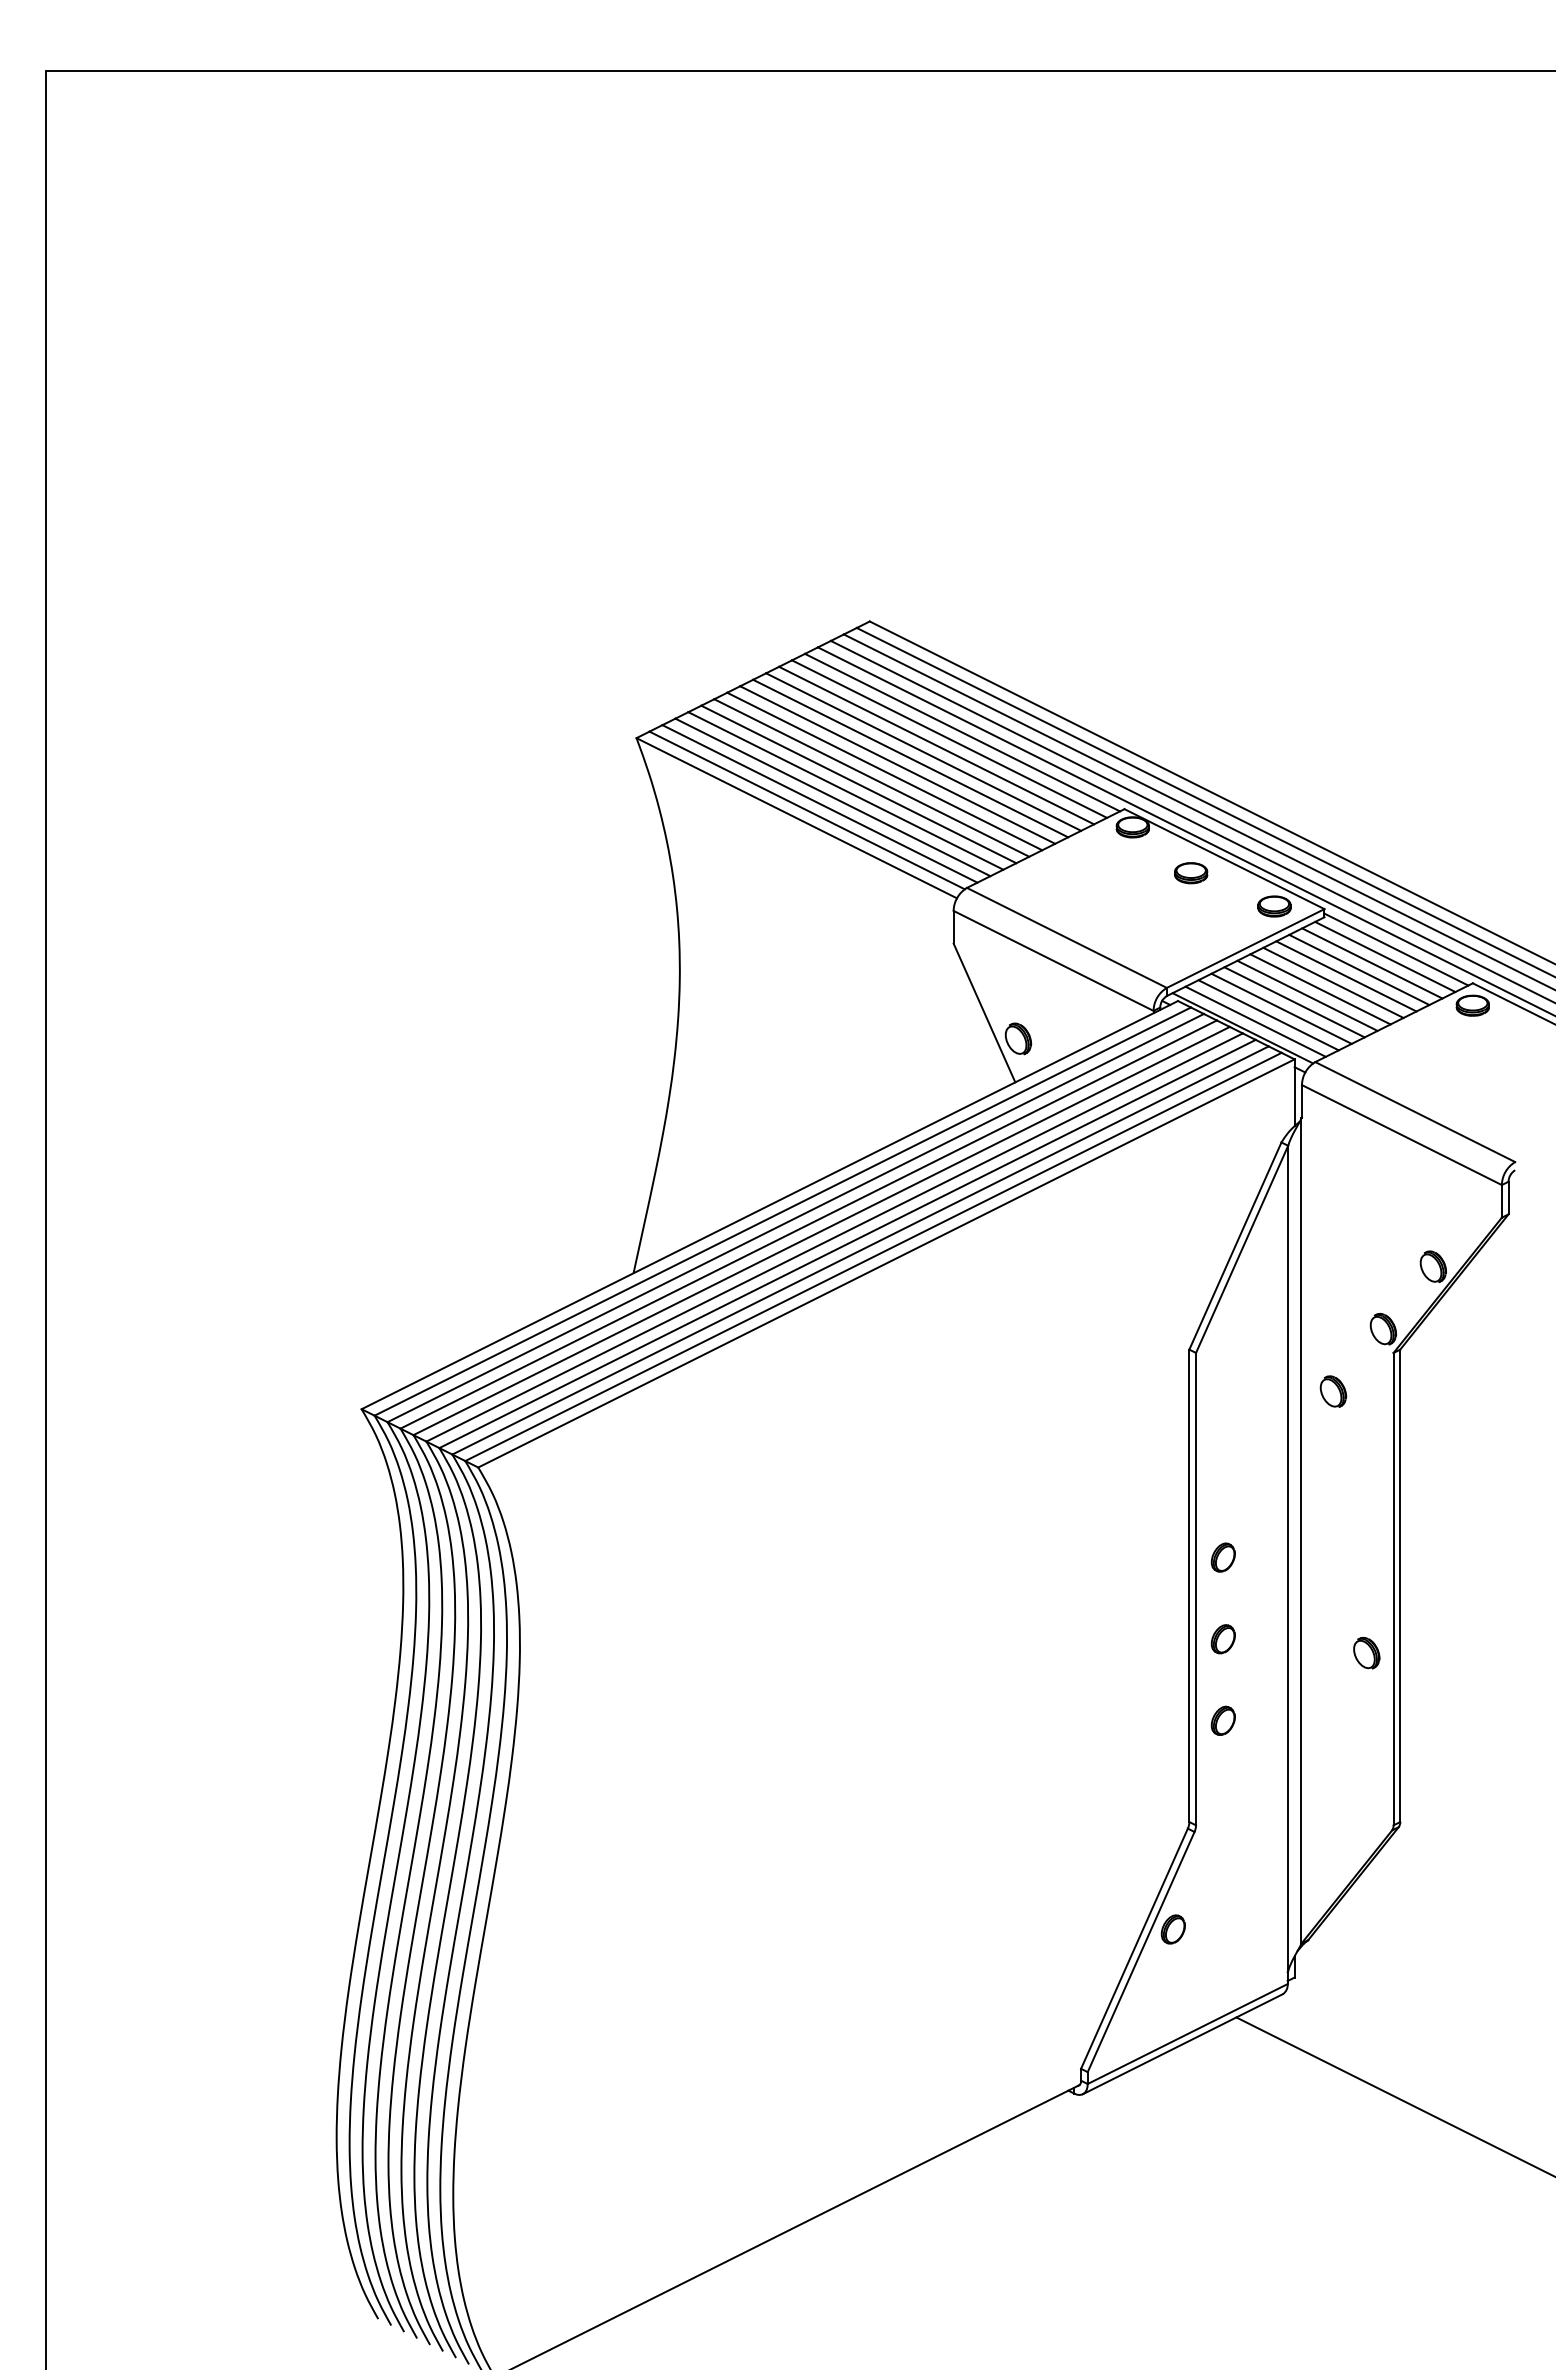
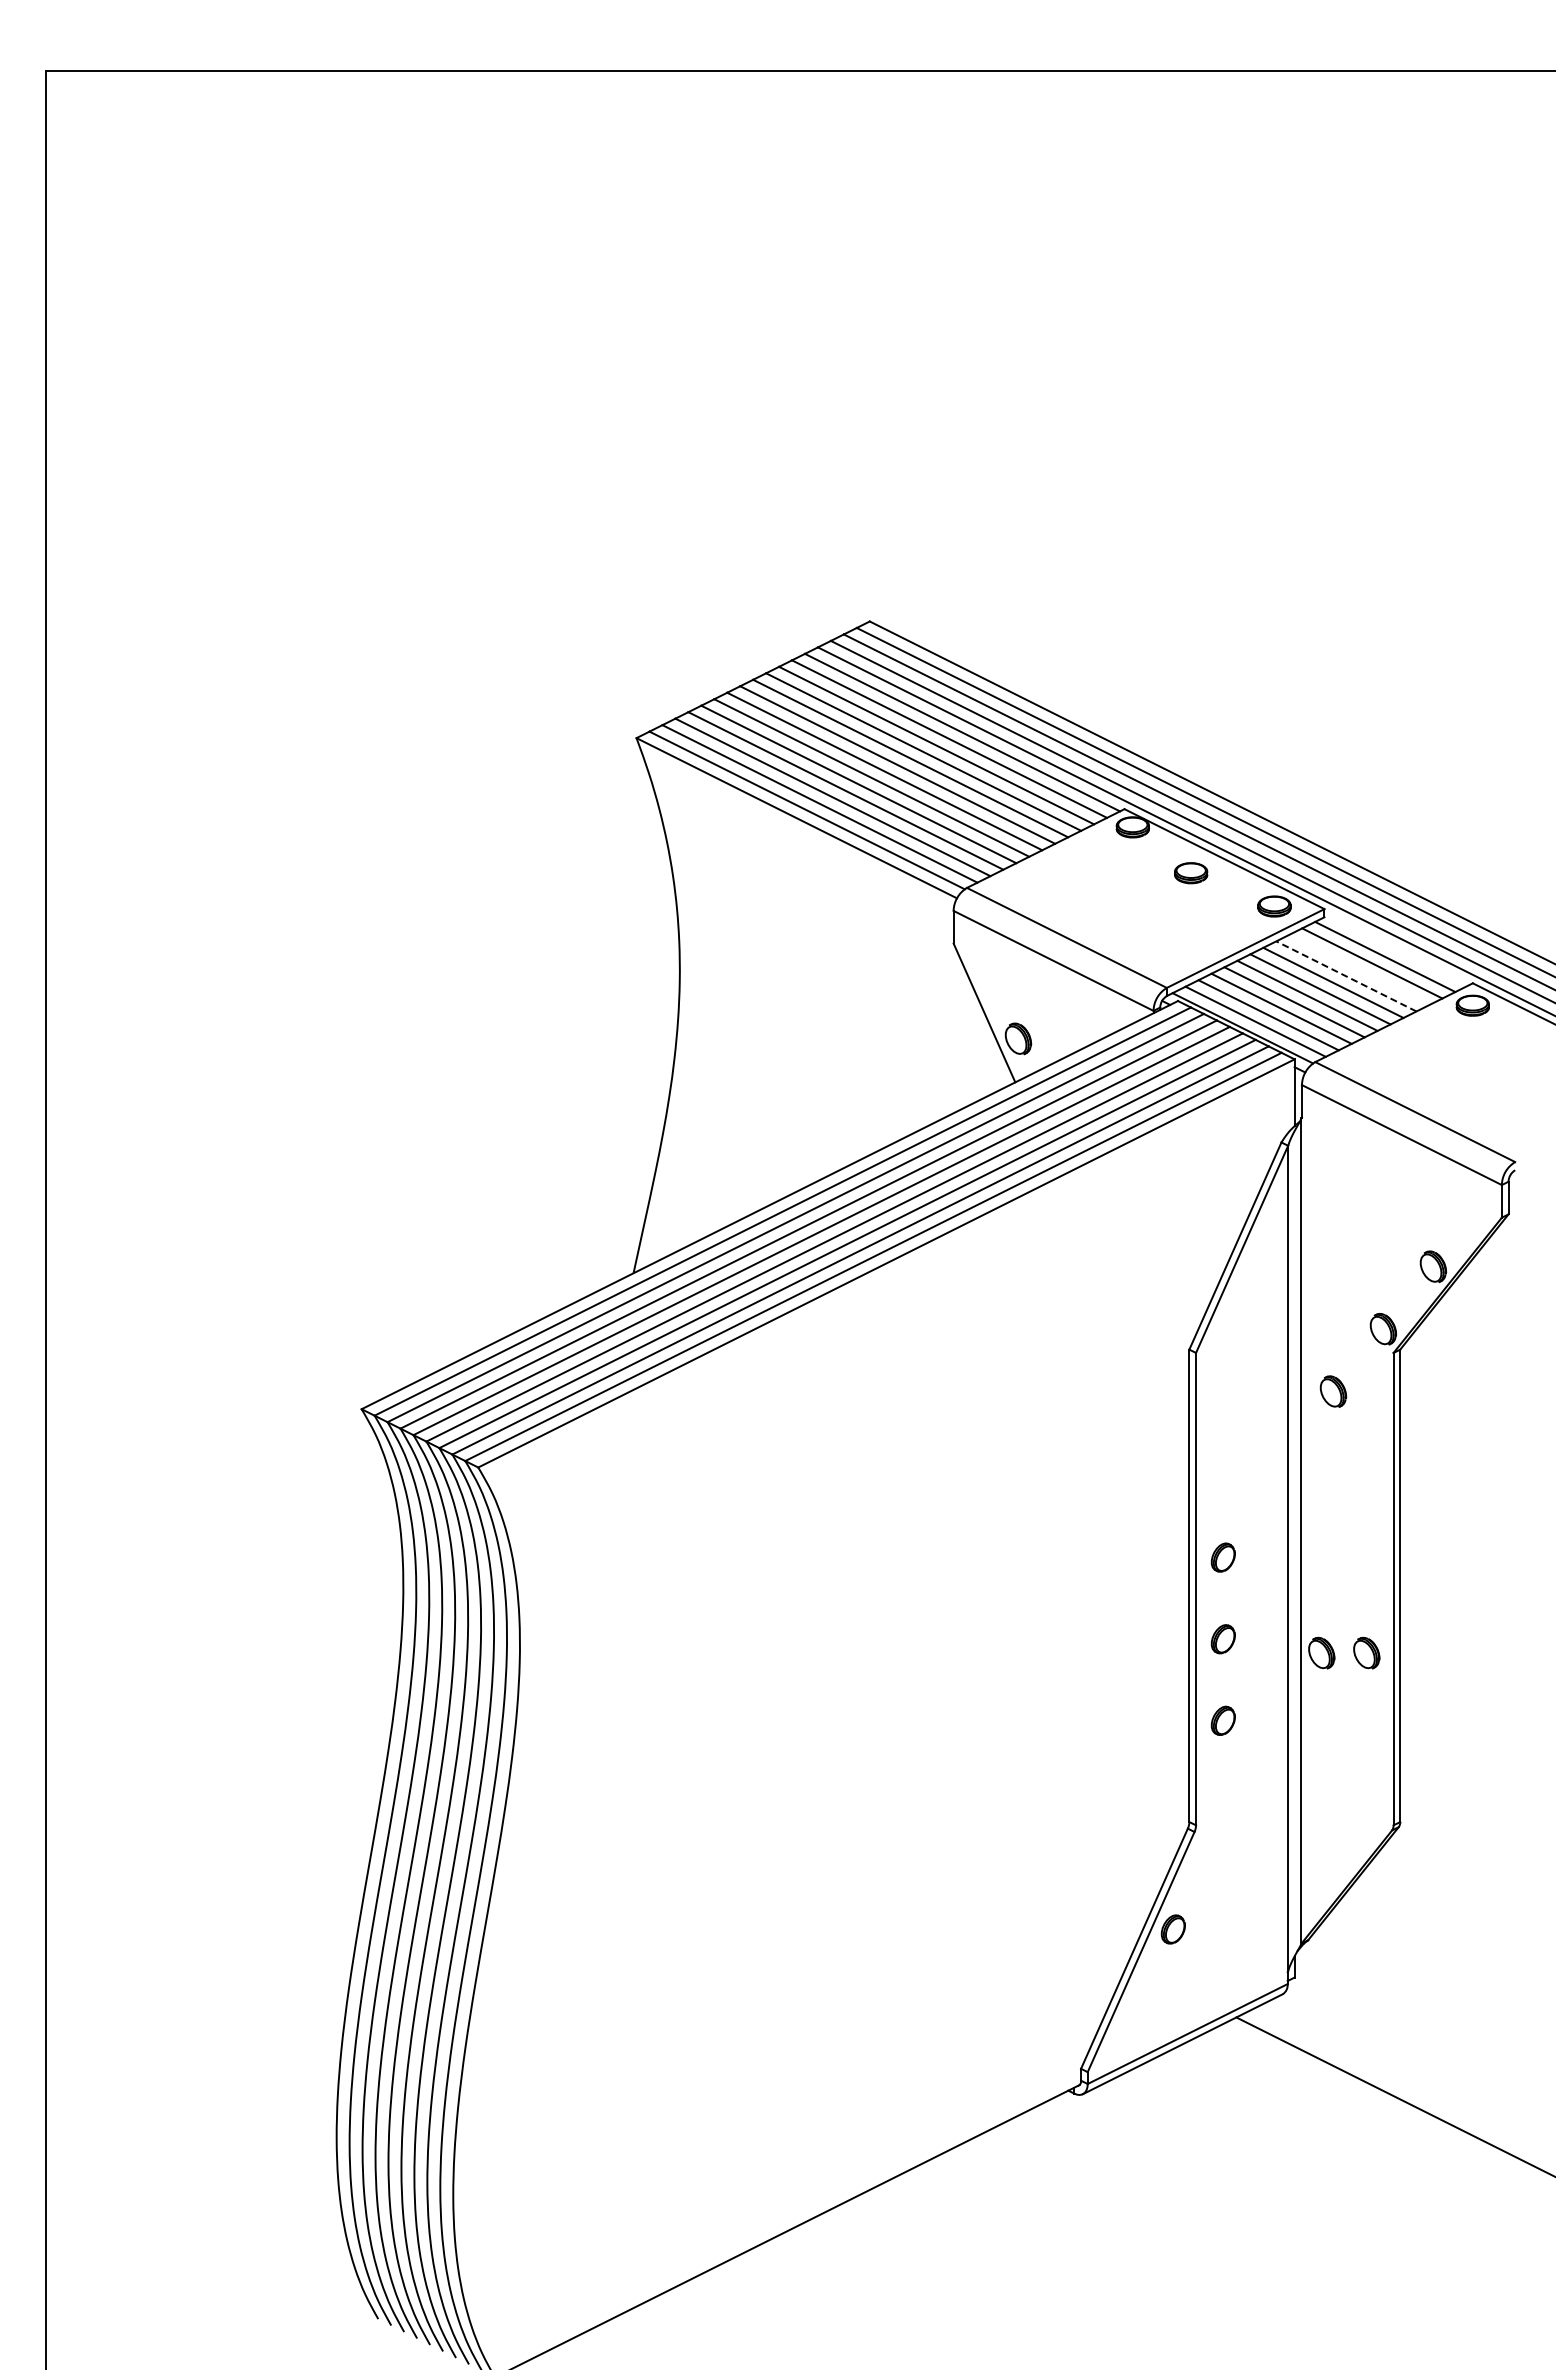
line at (1396, 949): present -> none
line at (1359, 969): present -> none
line at (1345, 976): solid -> dashed
part at (1321, 1652): none -> present
